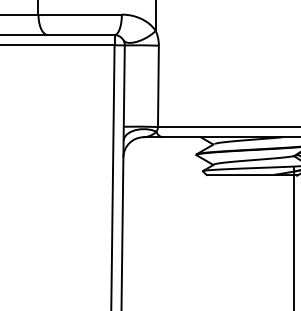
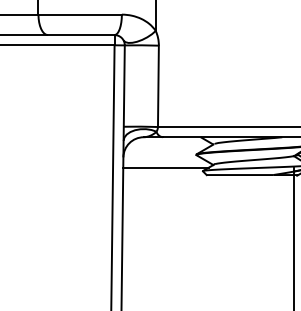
line at (166, 167): none -> present
